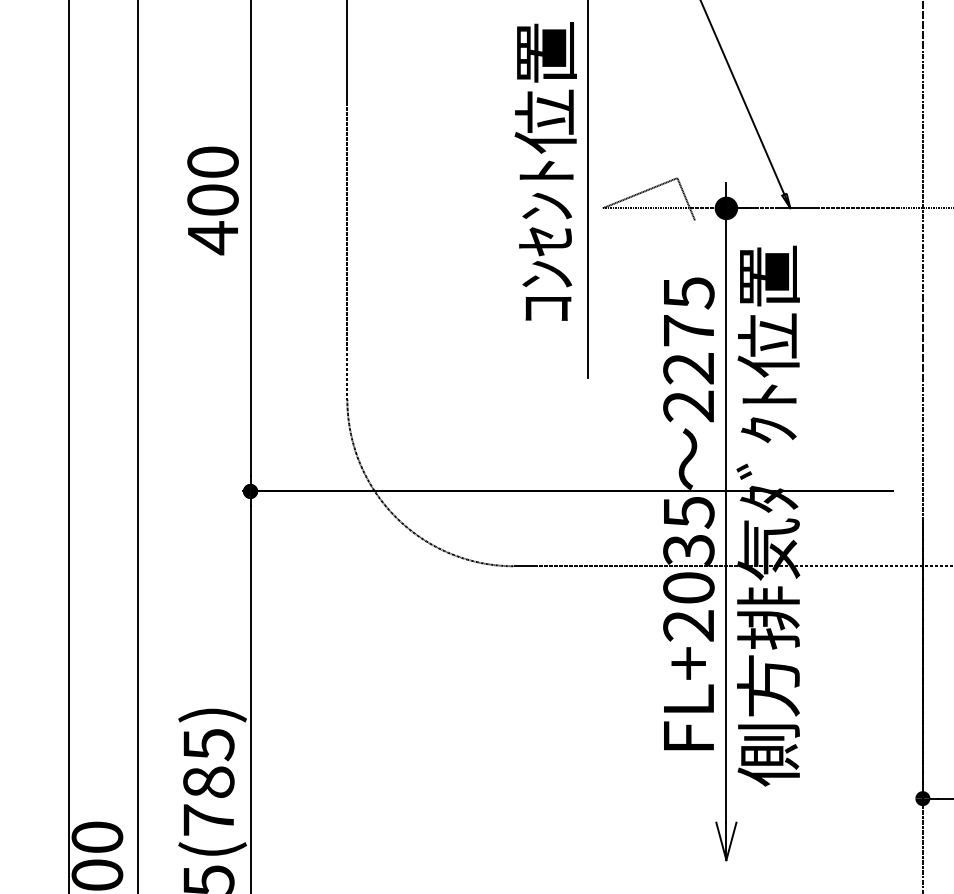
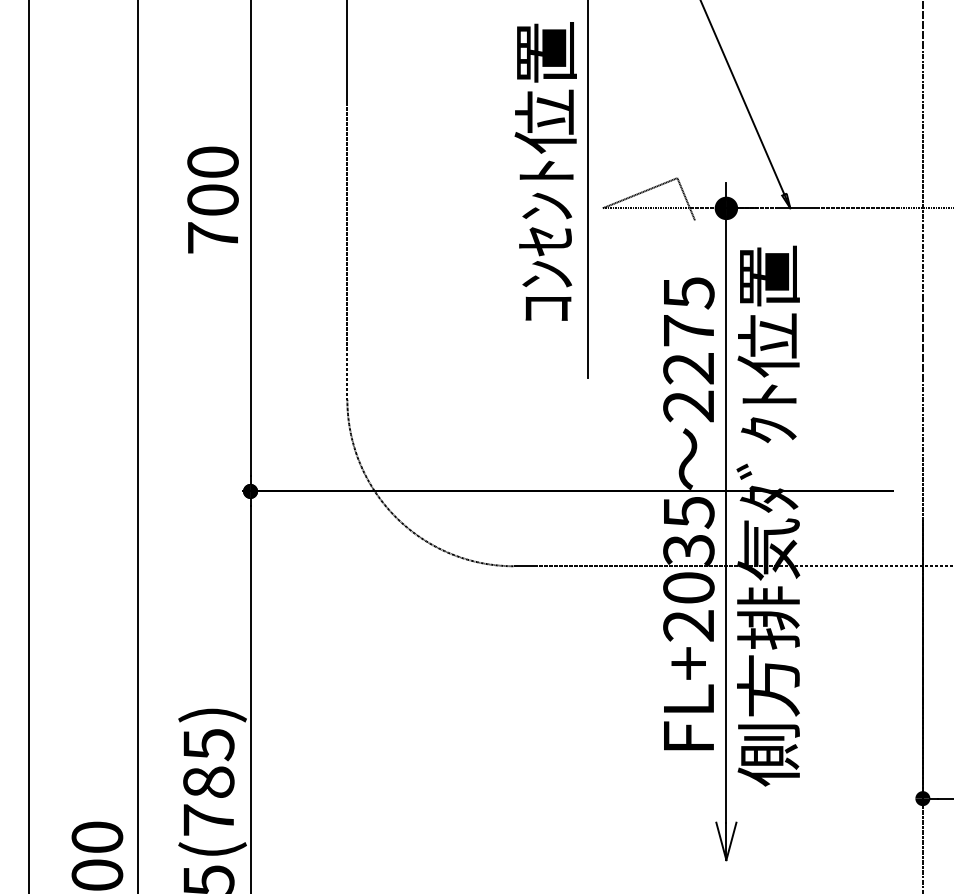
text at (212, 238): 400 -> 700
line at (68, 446) position: (68, 446) -> (28, 446)
